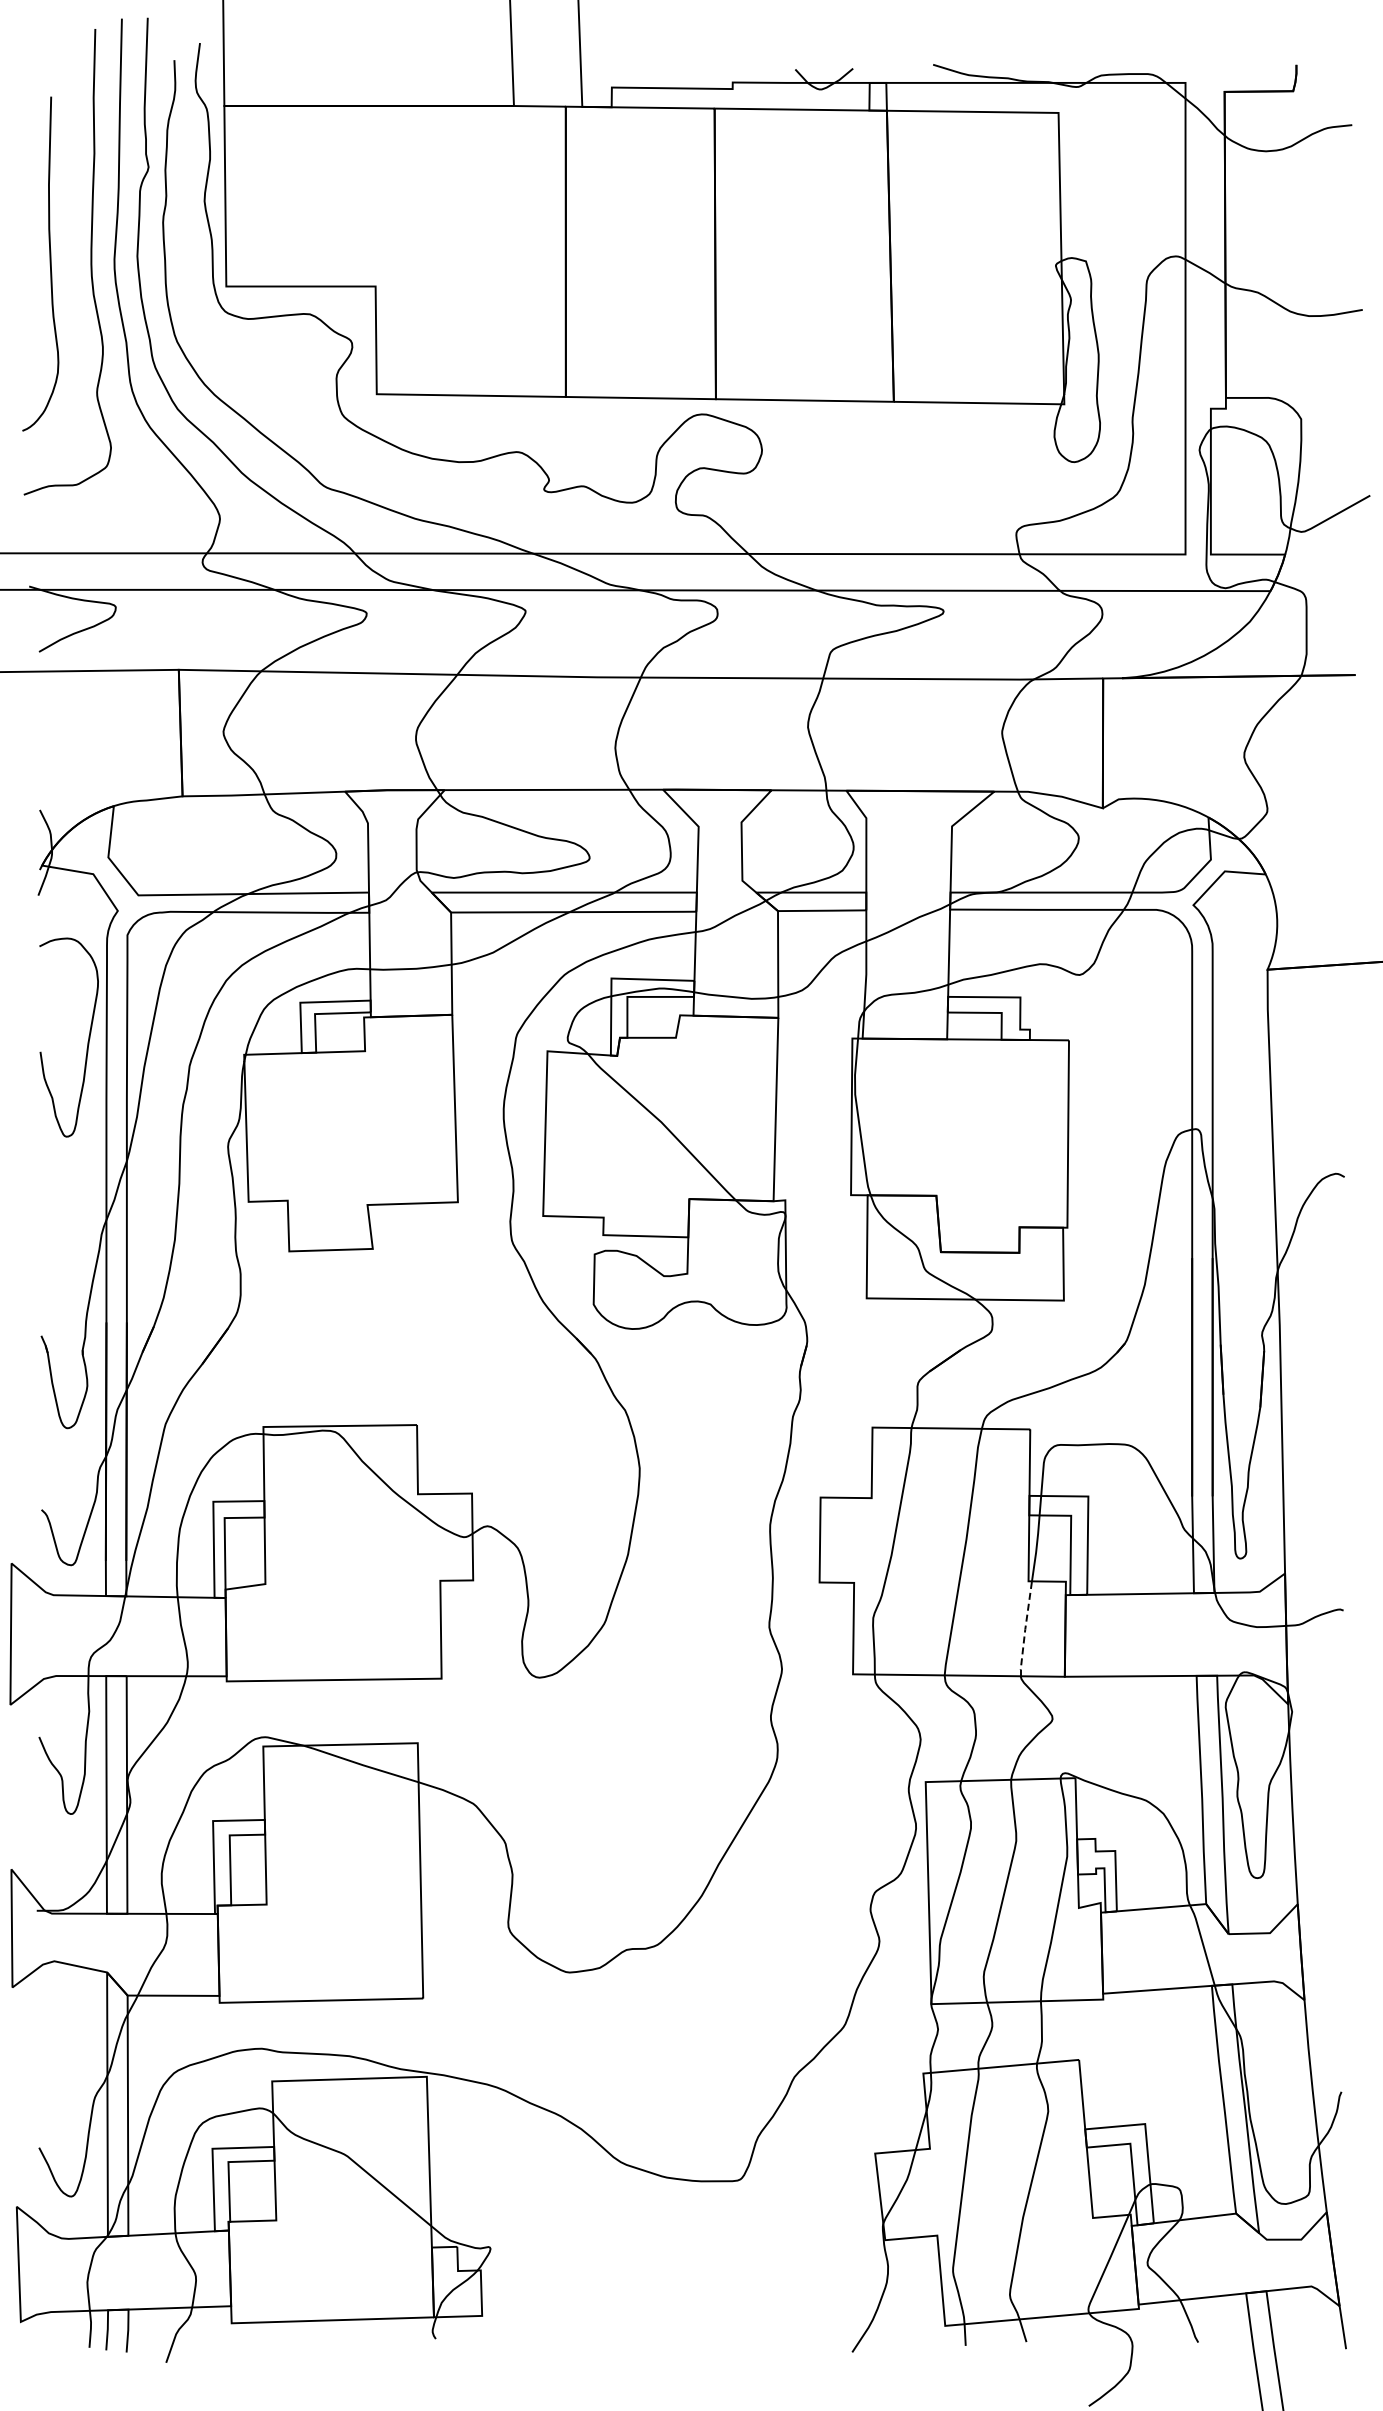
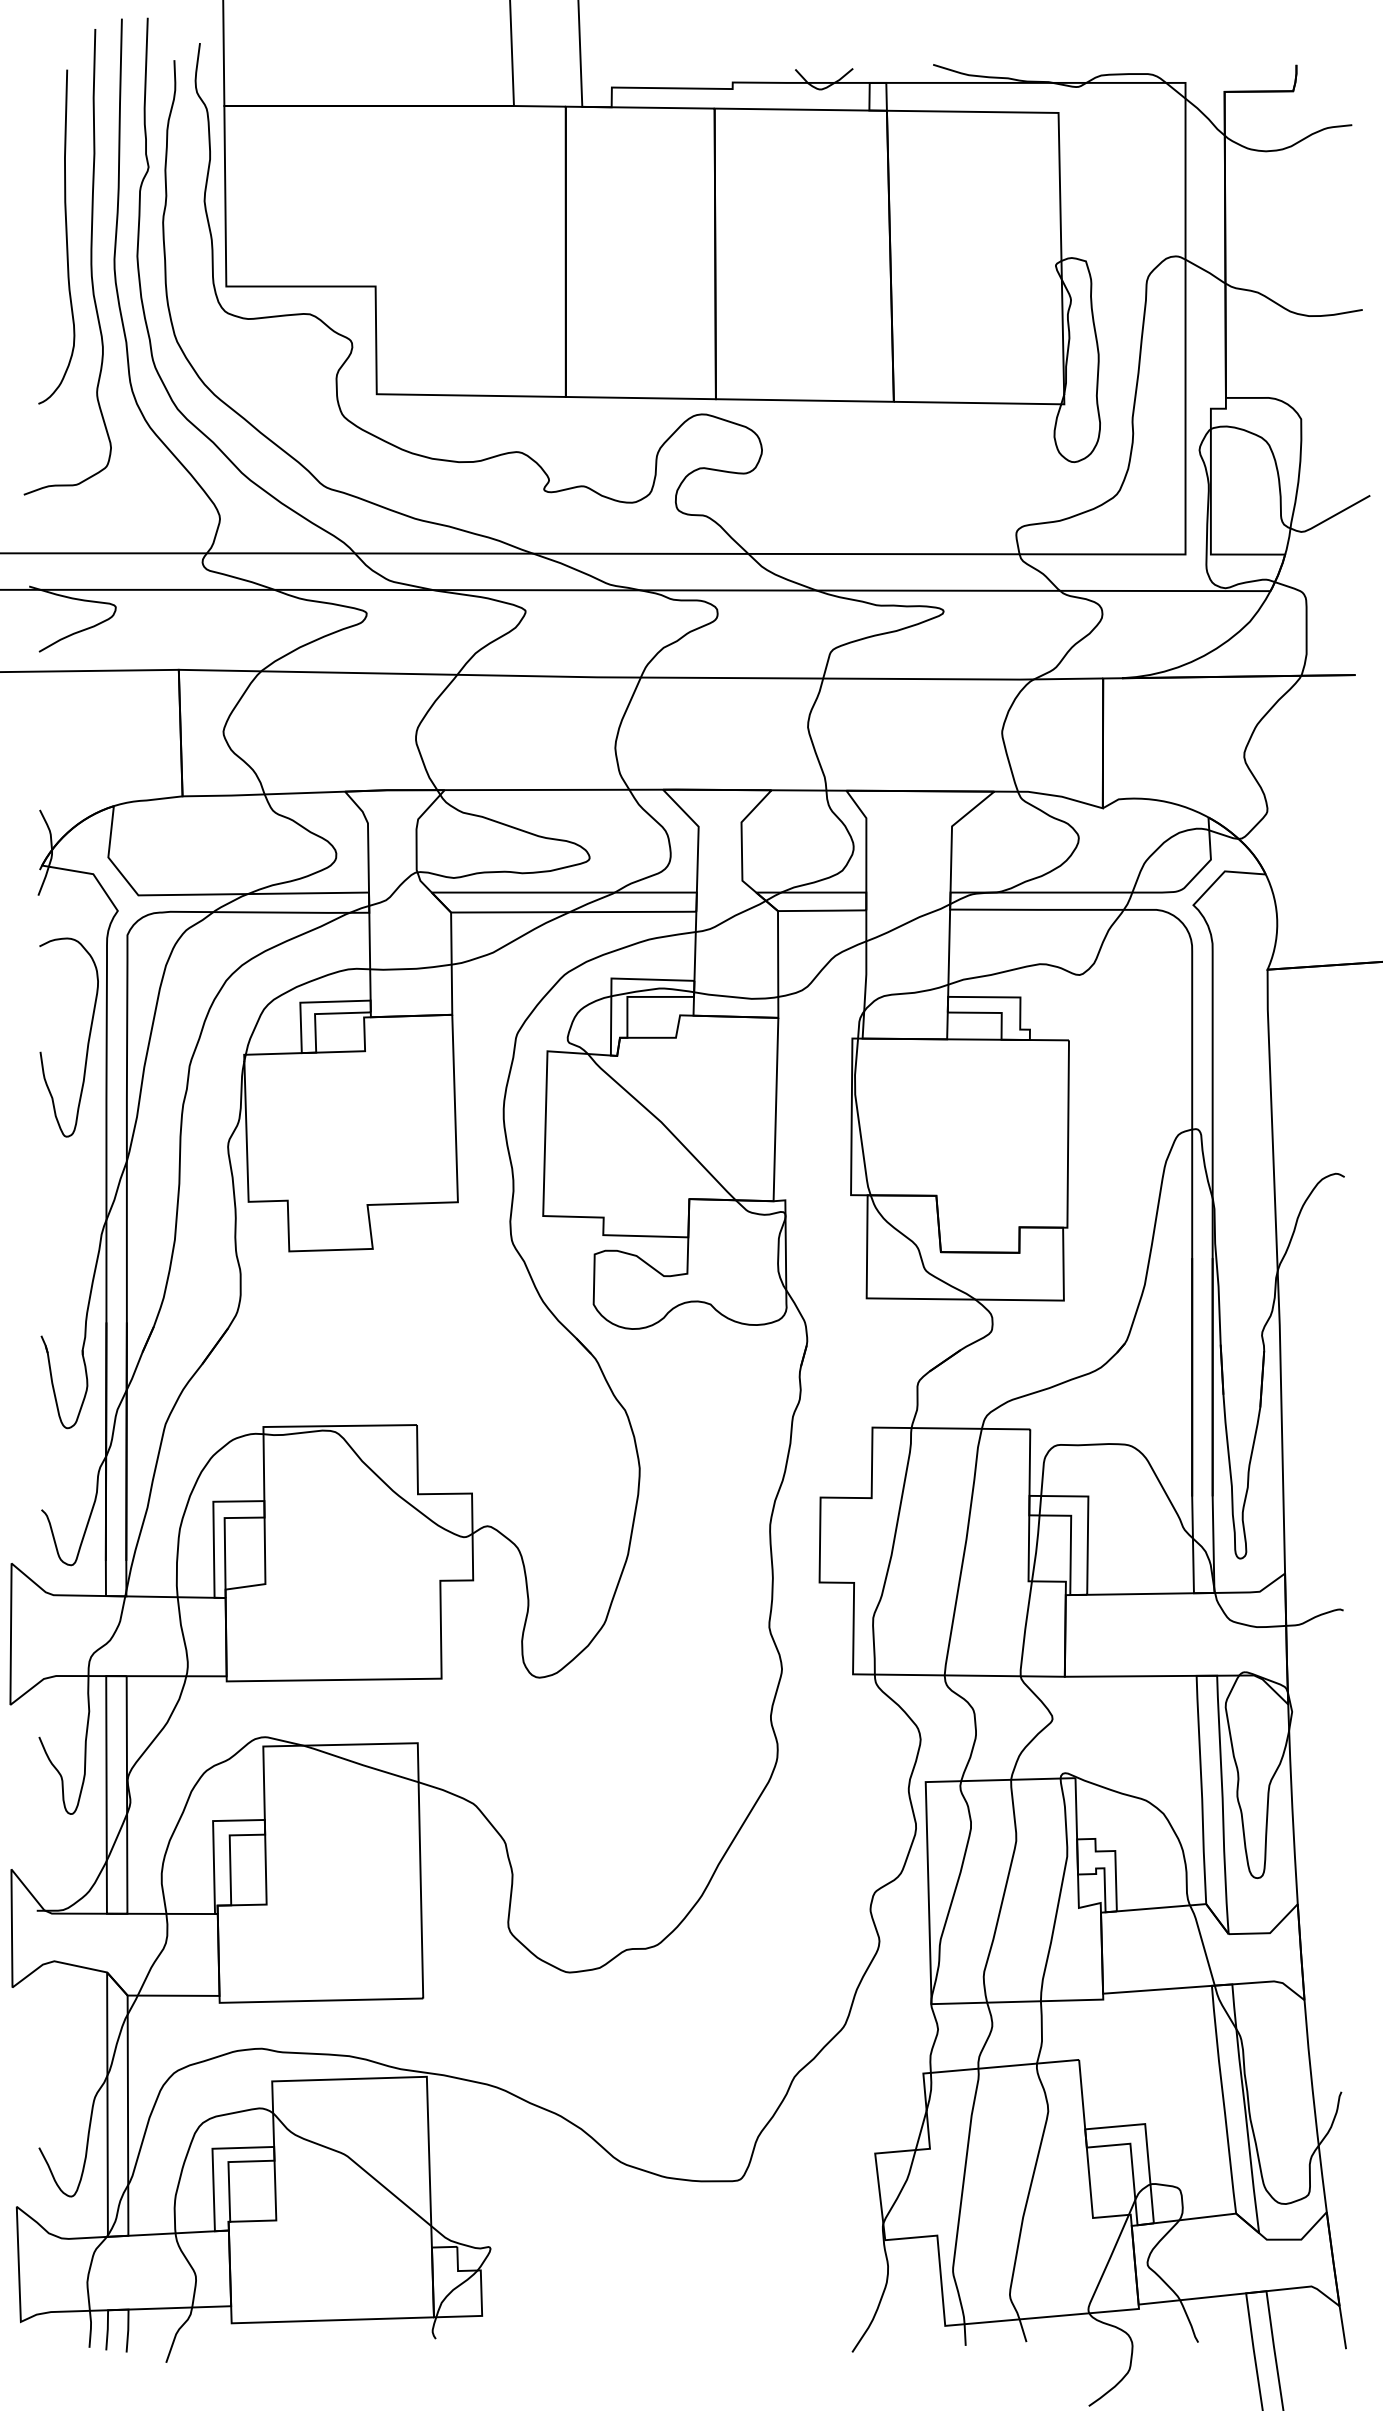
curve at (49, 263) position: (49, 263) -> (65, 236)
line at (1025, 1629): dashed -> solid
